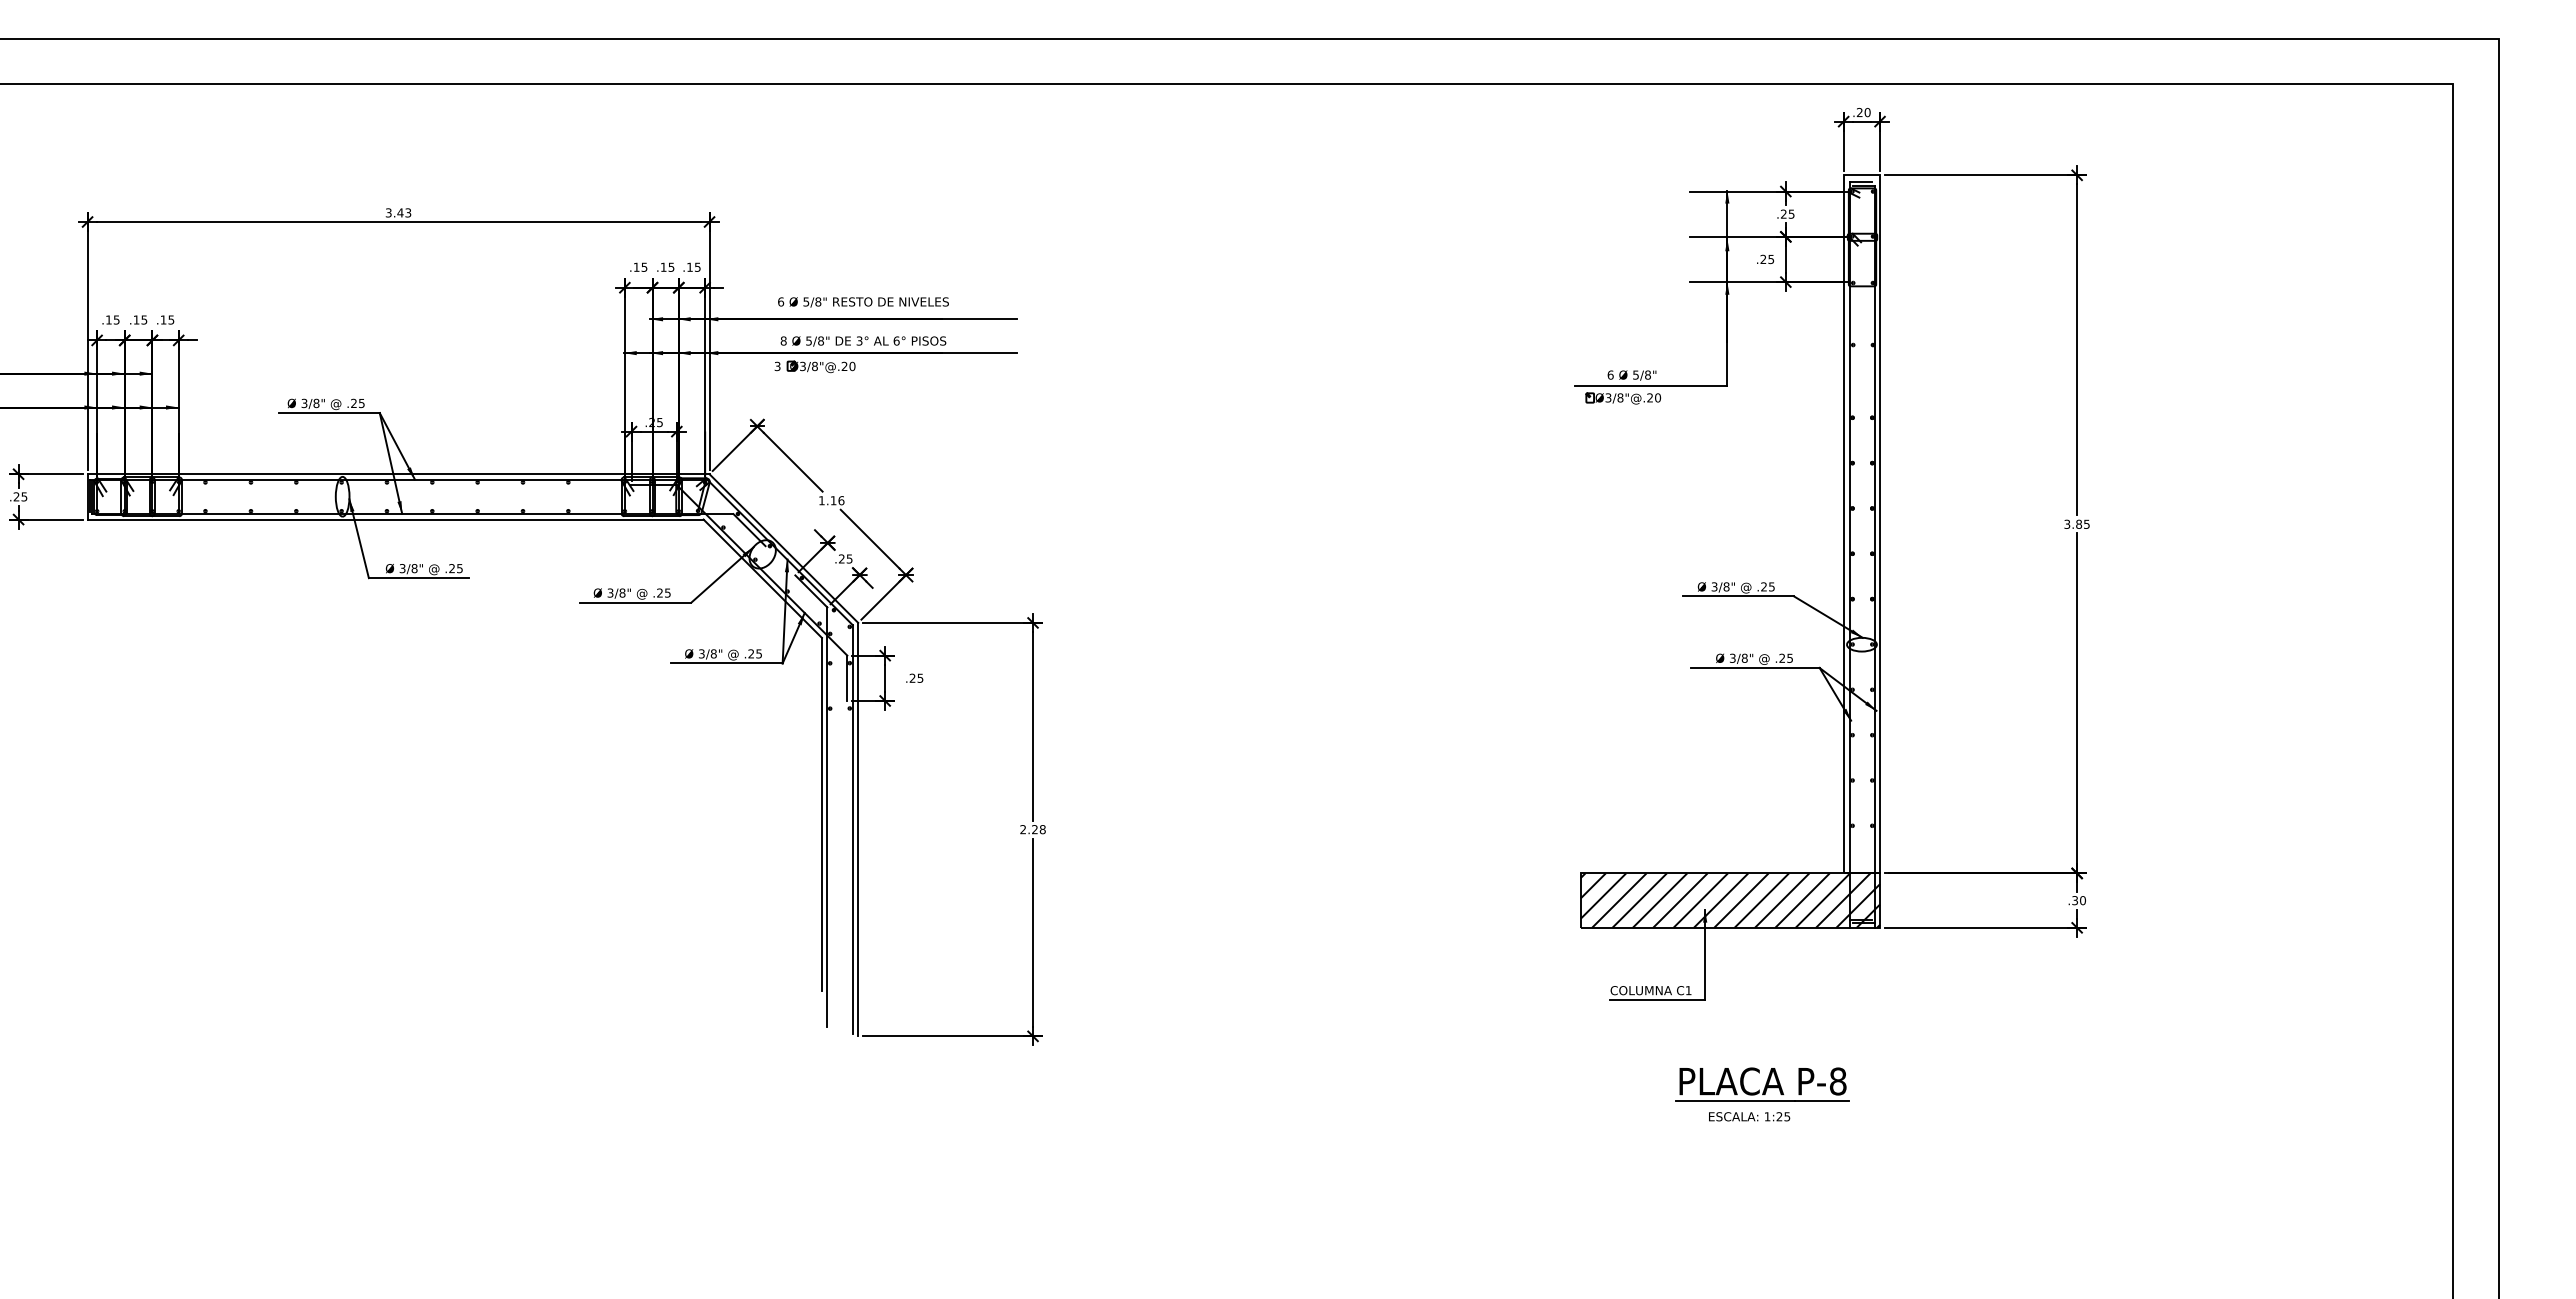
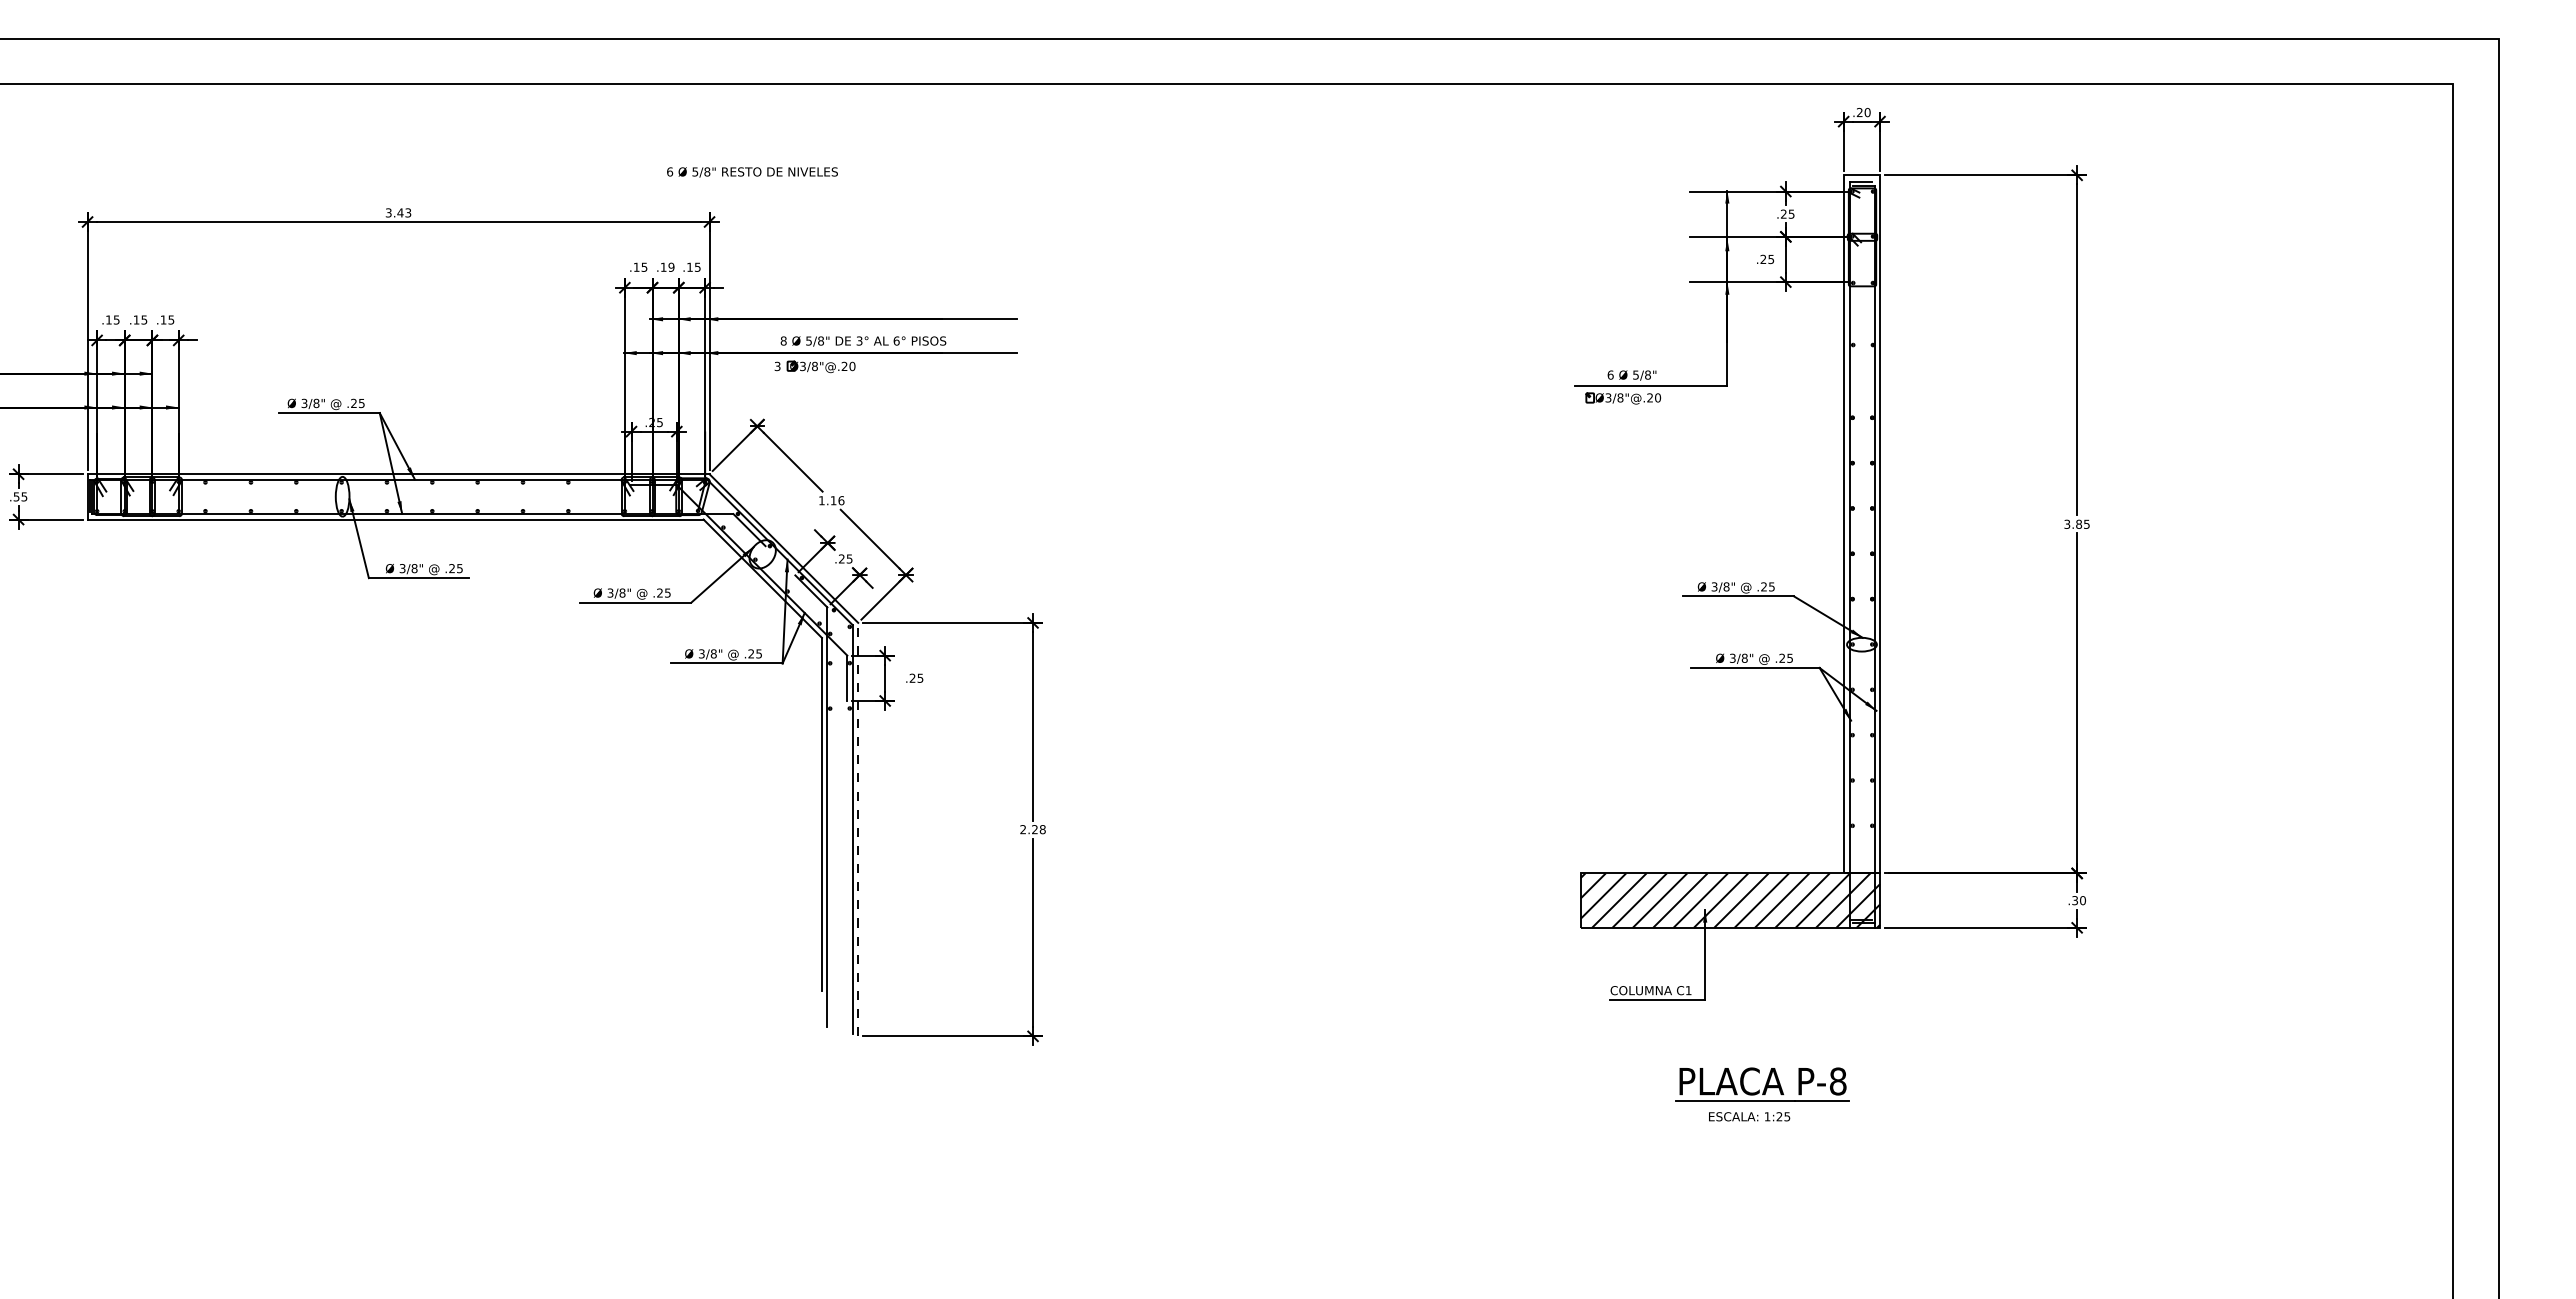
text at (671, 266): .15 -> .19
text at (863, 302) position: (863, 302) -> (752, 172)
text at (16, 496): .25 -> .55
line at (858, 829): solid -> dashed
